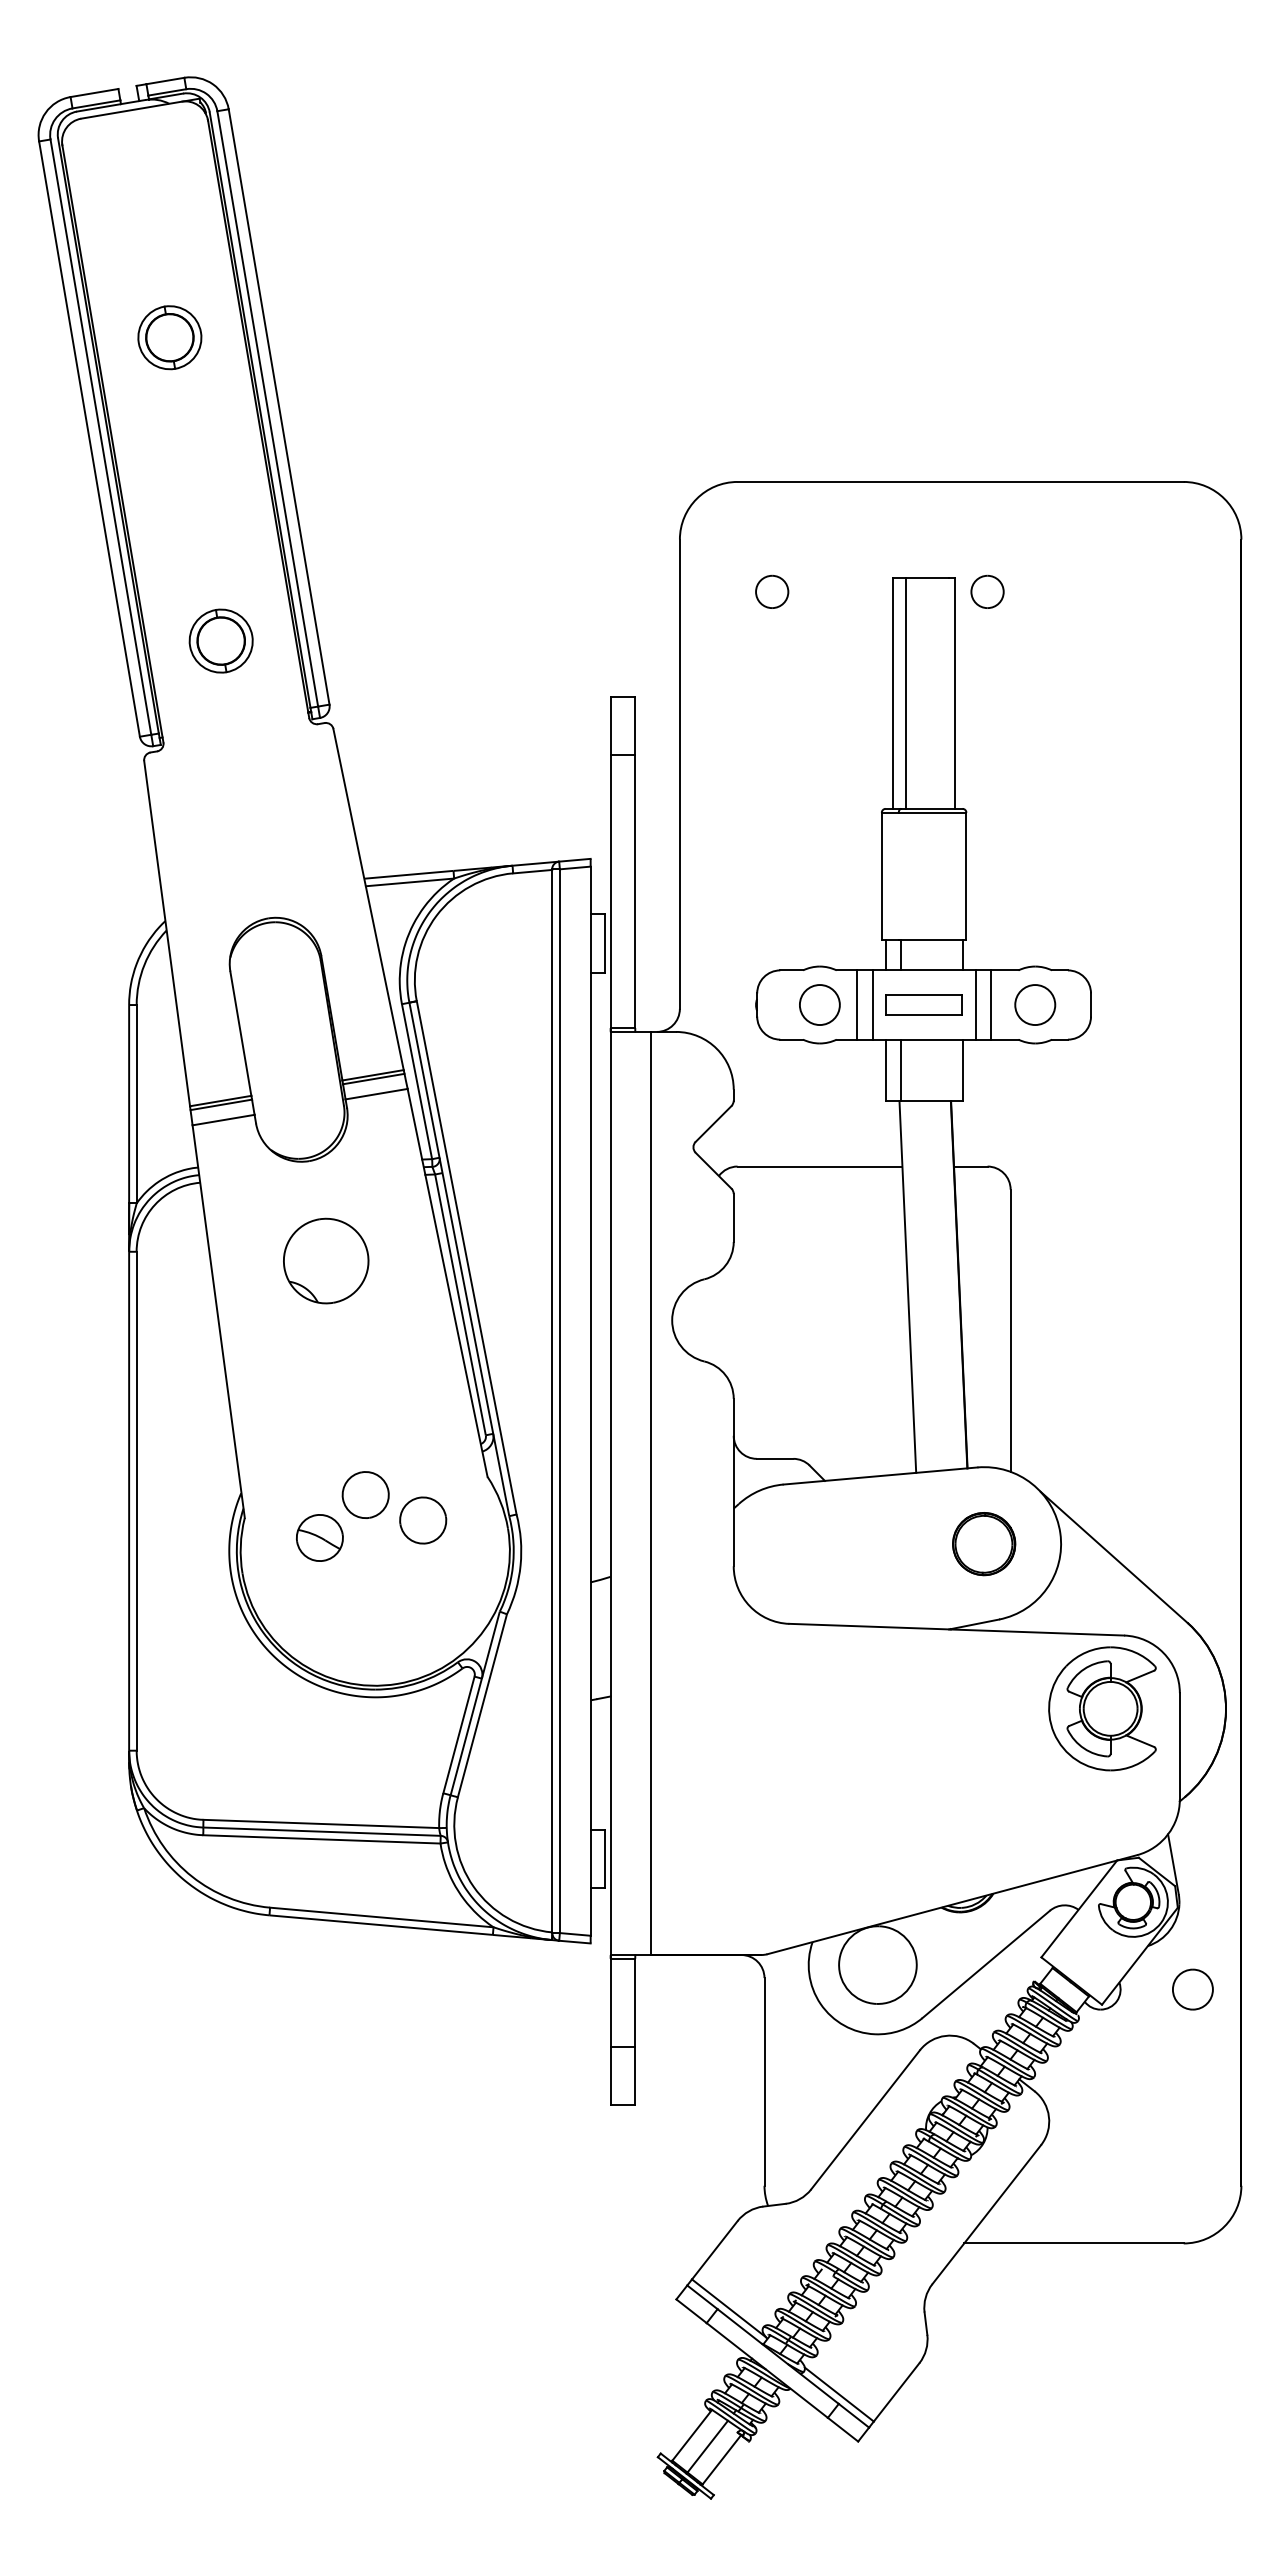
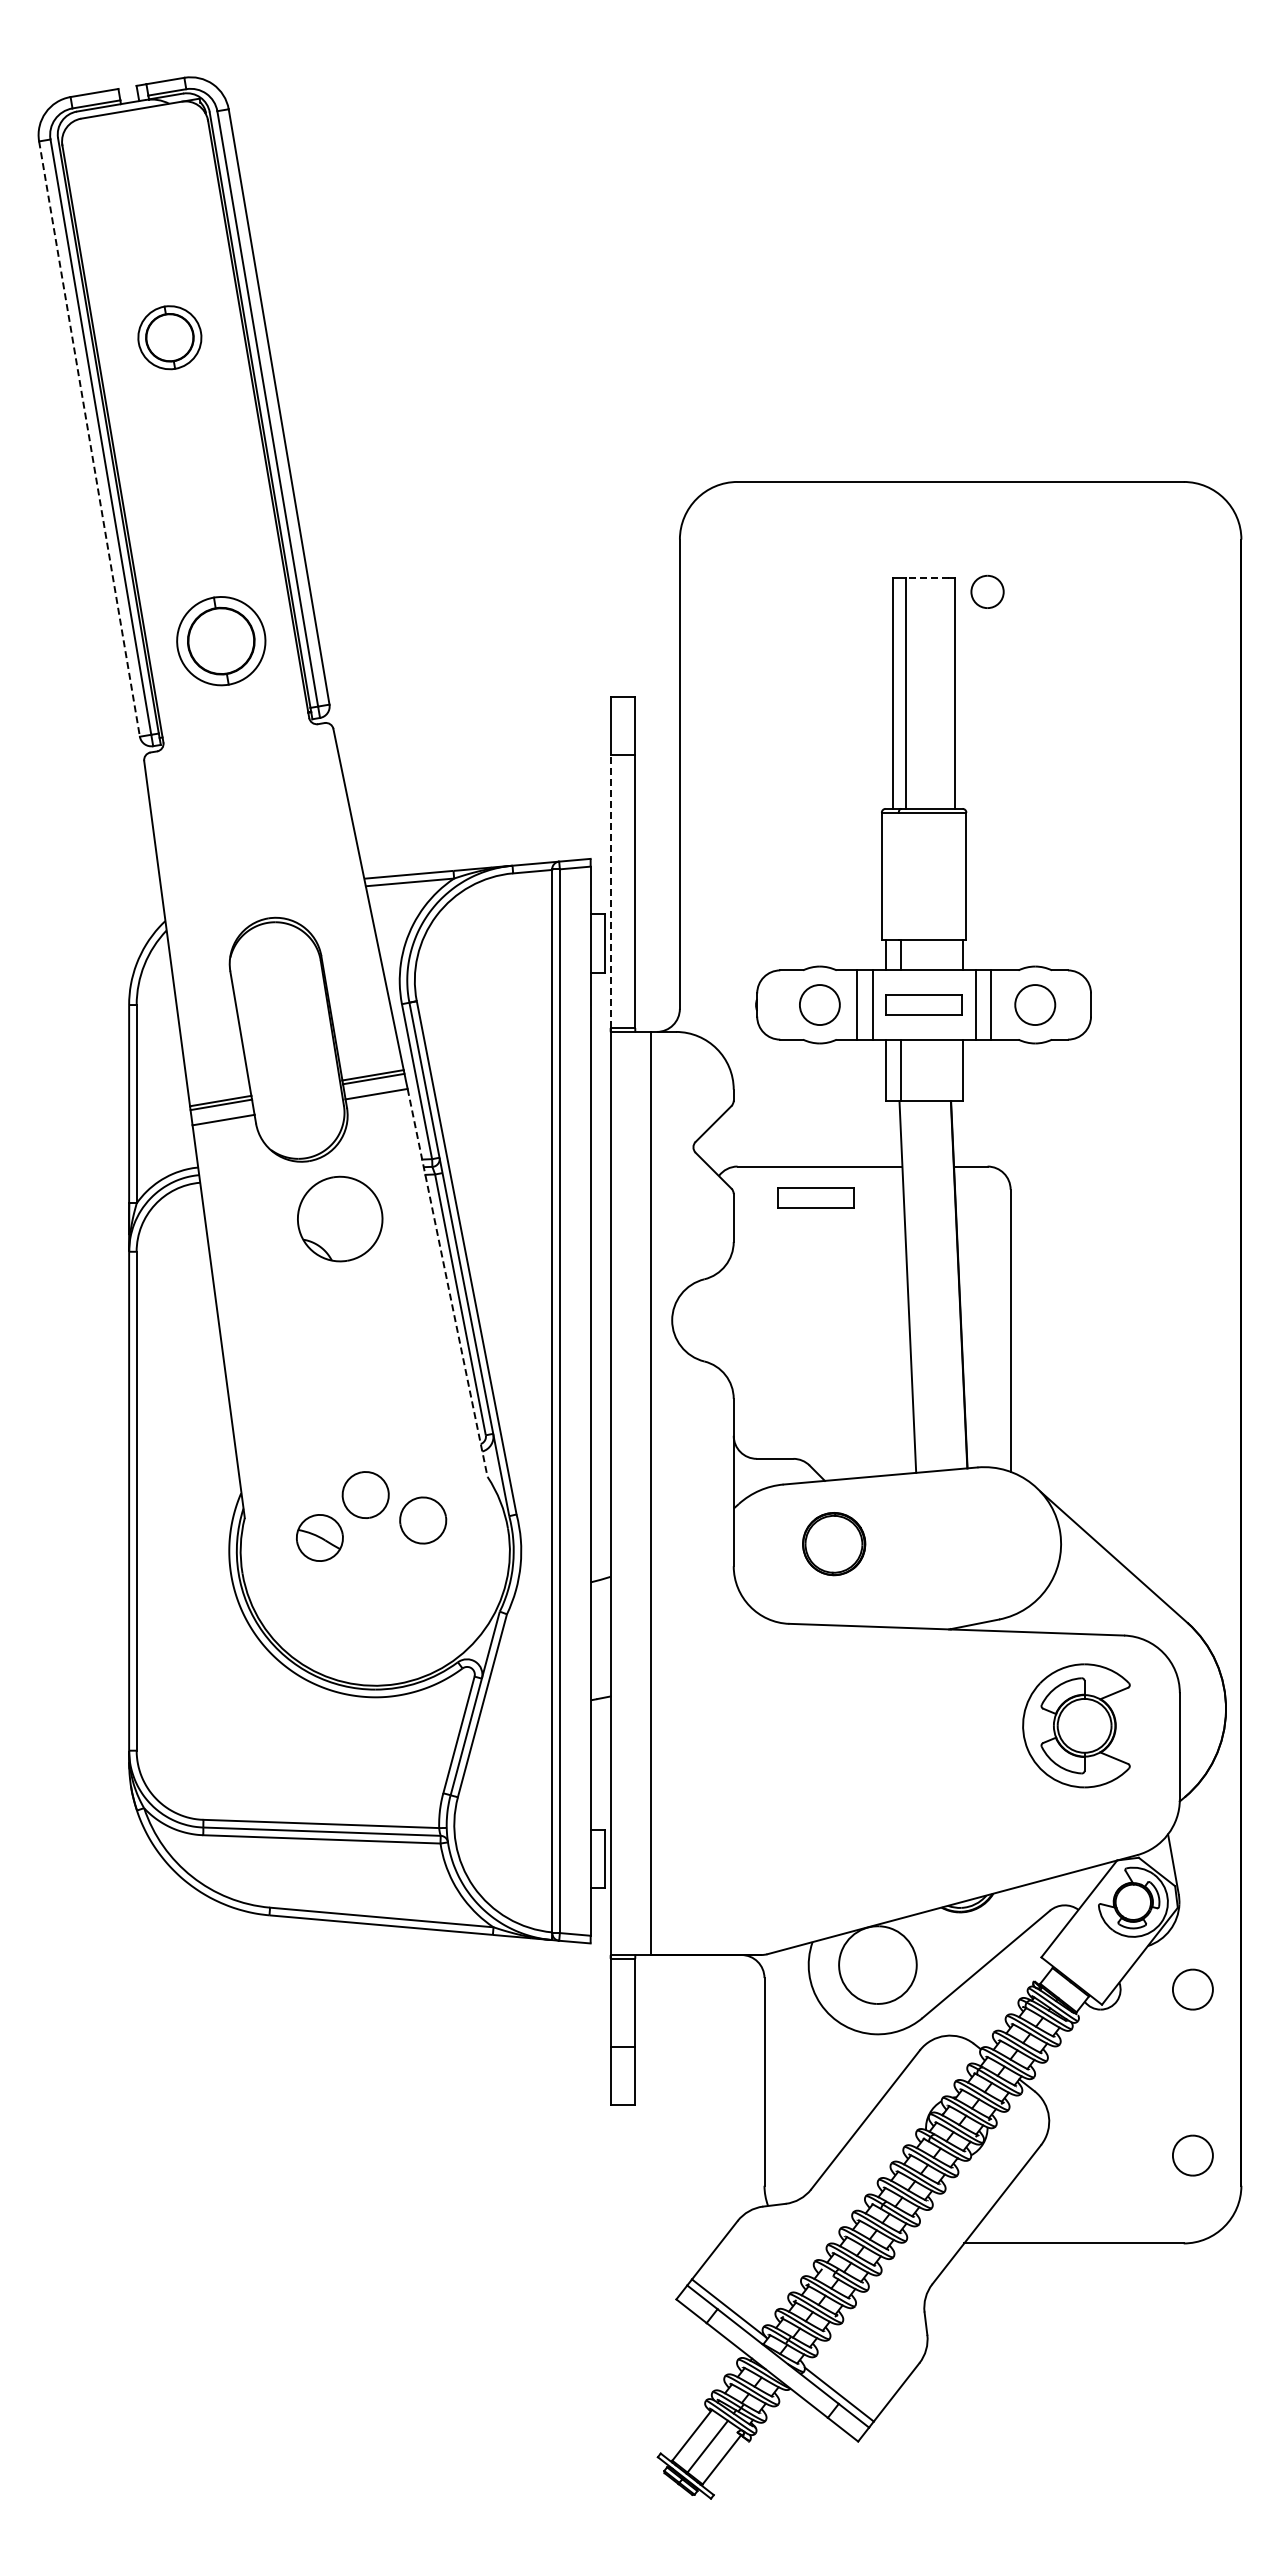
line at (89, 439): solid -> dashed
line at (927, 578): solid -> dashed
part at (772, 591): present -> none
part at (220, 640) size: 66x66 px -> 91x91 px
line at (610, 891): solid -> dashed
part at (815, 1197): none -> present
part at (326, 1260) position: (326, 1260) -> (340, 1218)
line at (447, 1283): solid -> dashed
part at (984, 1544) position: (984, 1544) -> (834, 1544)
part at (1102, 1708) position: (1102, 1708) -> (1076, 1725)
part at (1192, 2155): none -> present
